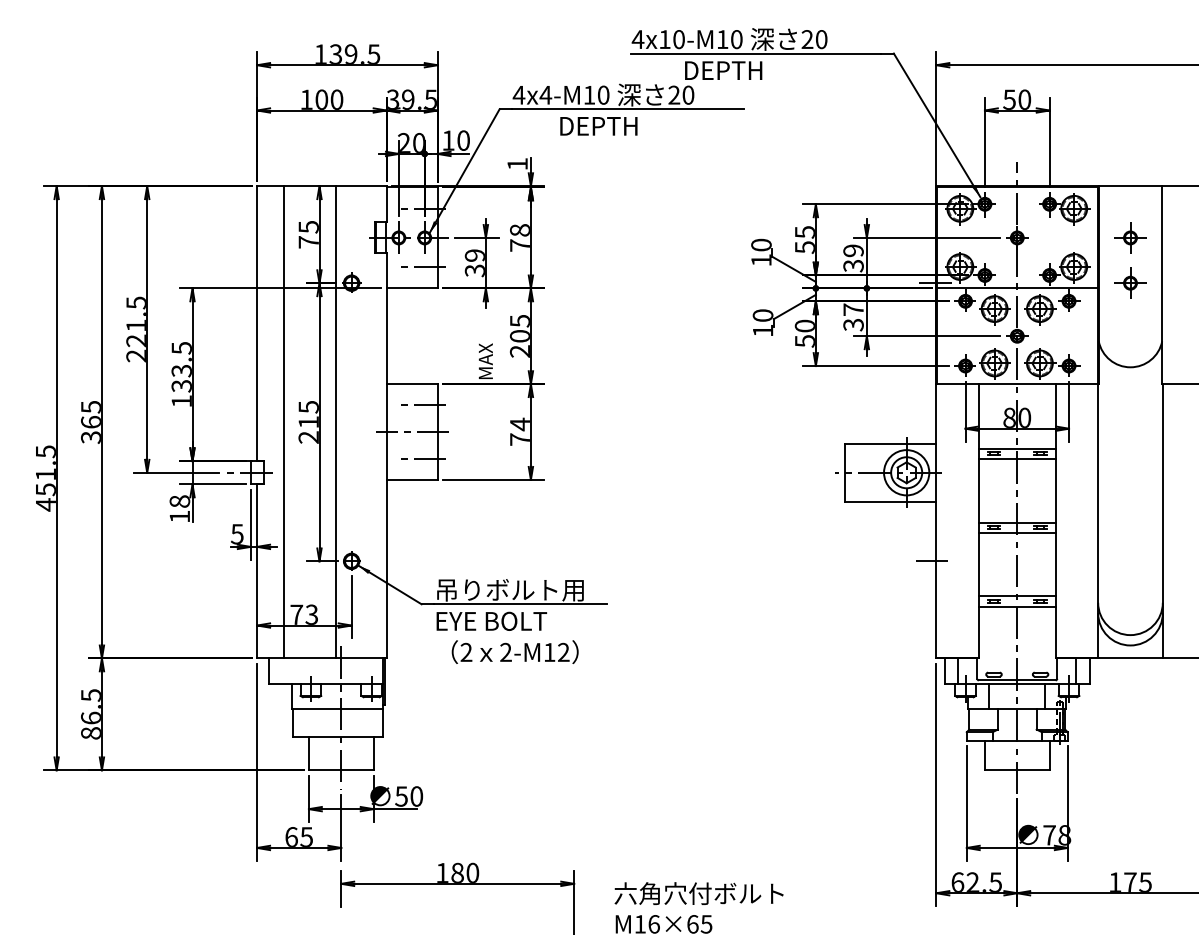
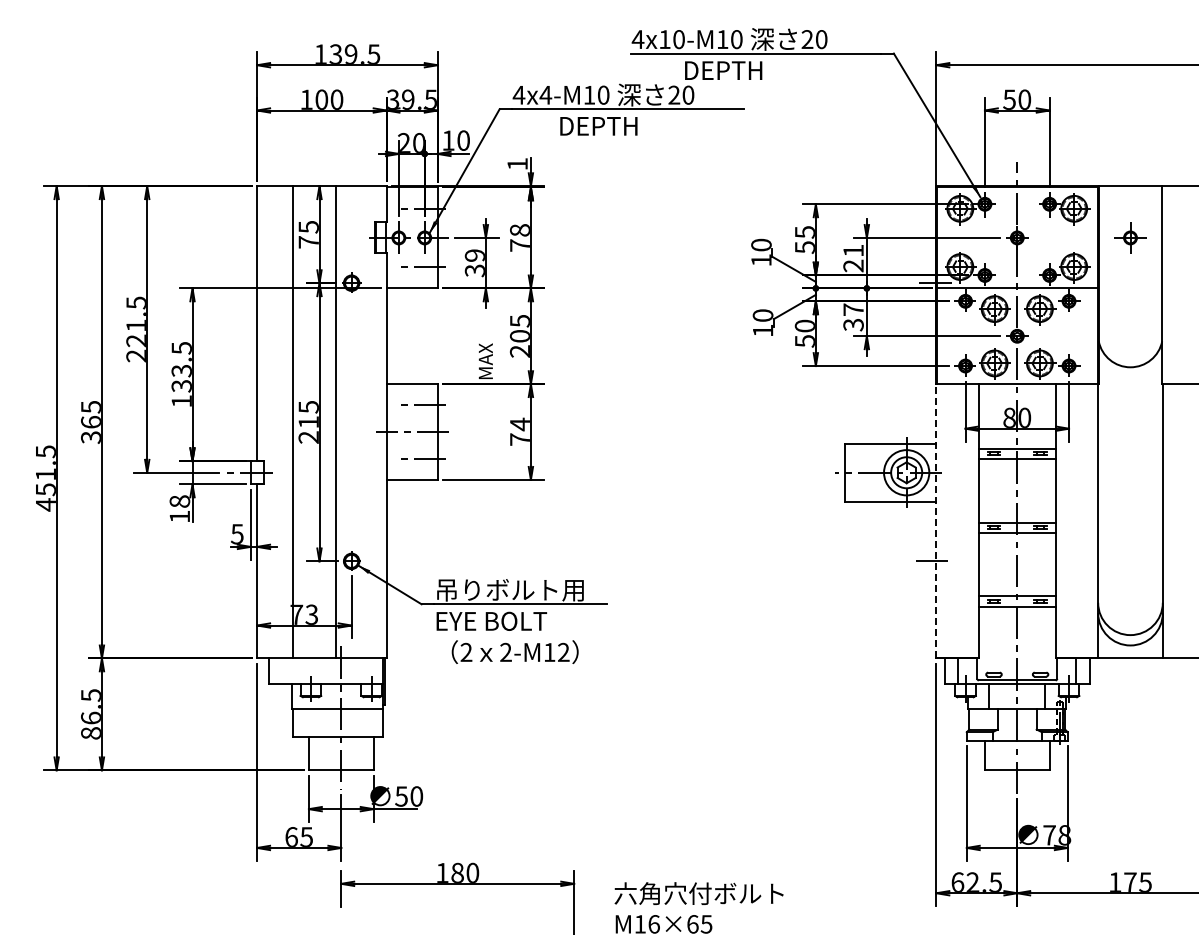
text at (853, 258): 39 -> 21
part at (1130, 282): present -> none
line at (284, 422) position: (284, 422) -> (293, 422)
line at (936, 520): solid -> dashed
